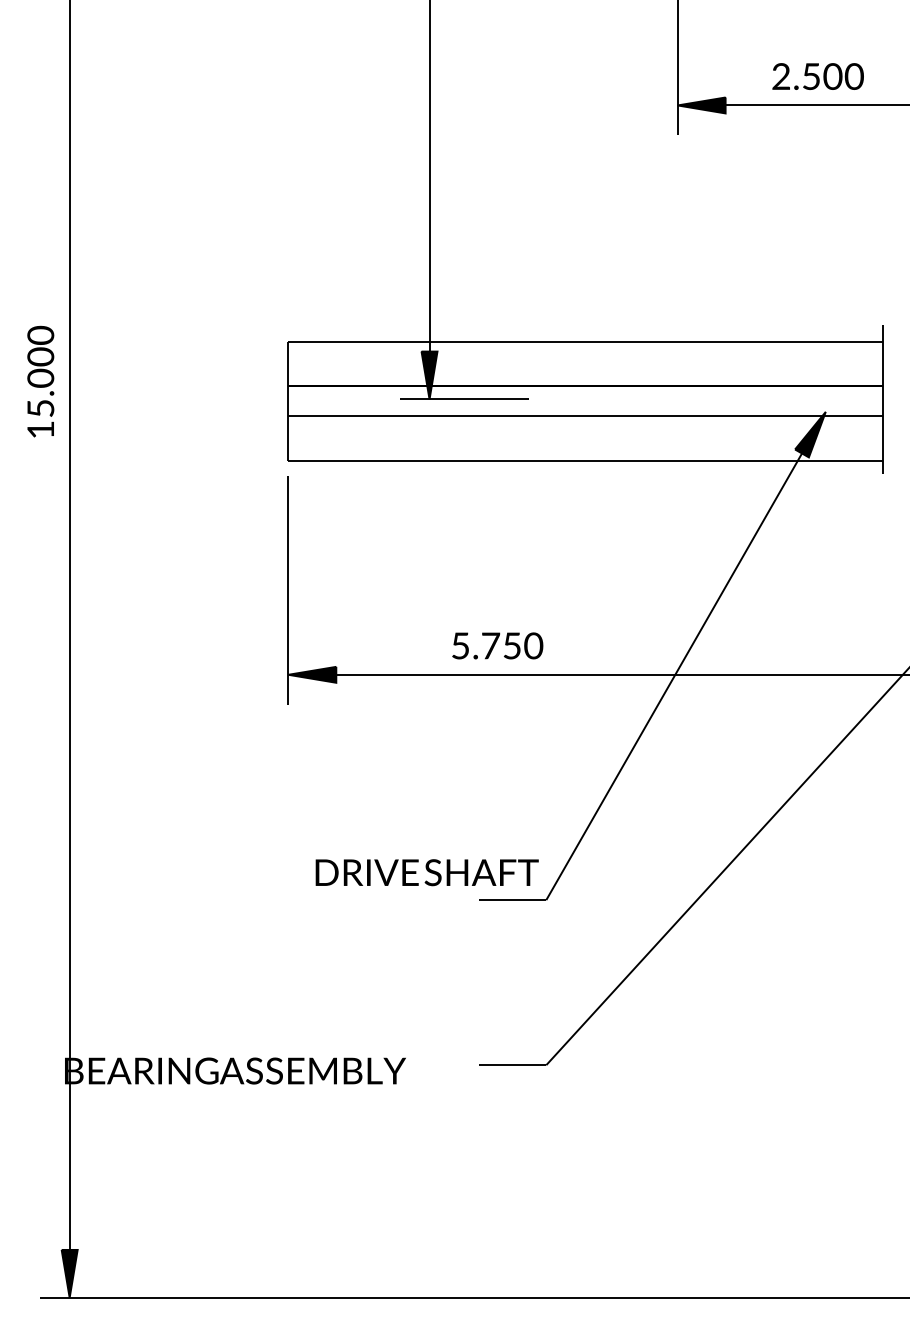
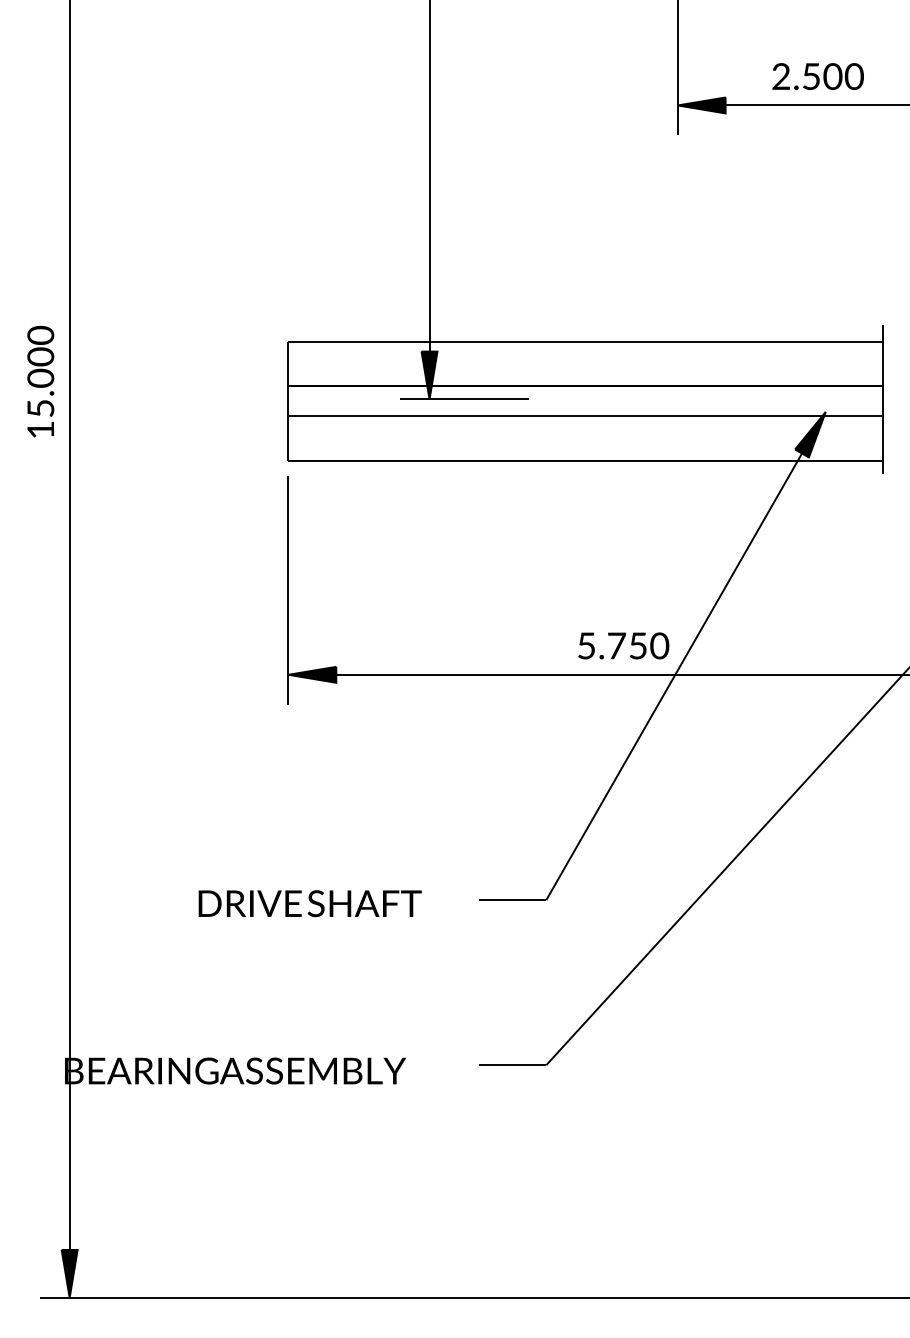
text at (497, 645) position: (497, 645) -> (623, 645)
text at (426, 872) position: (426, 872) -> (309, 903)
